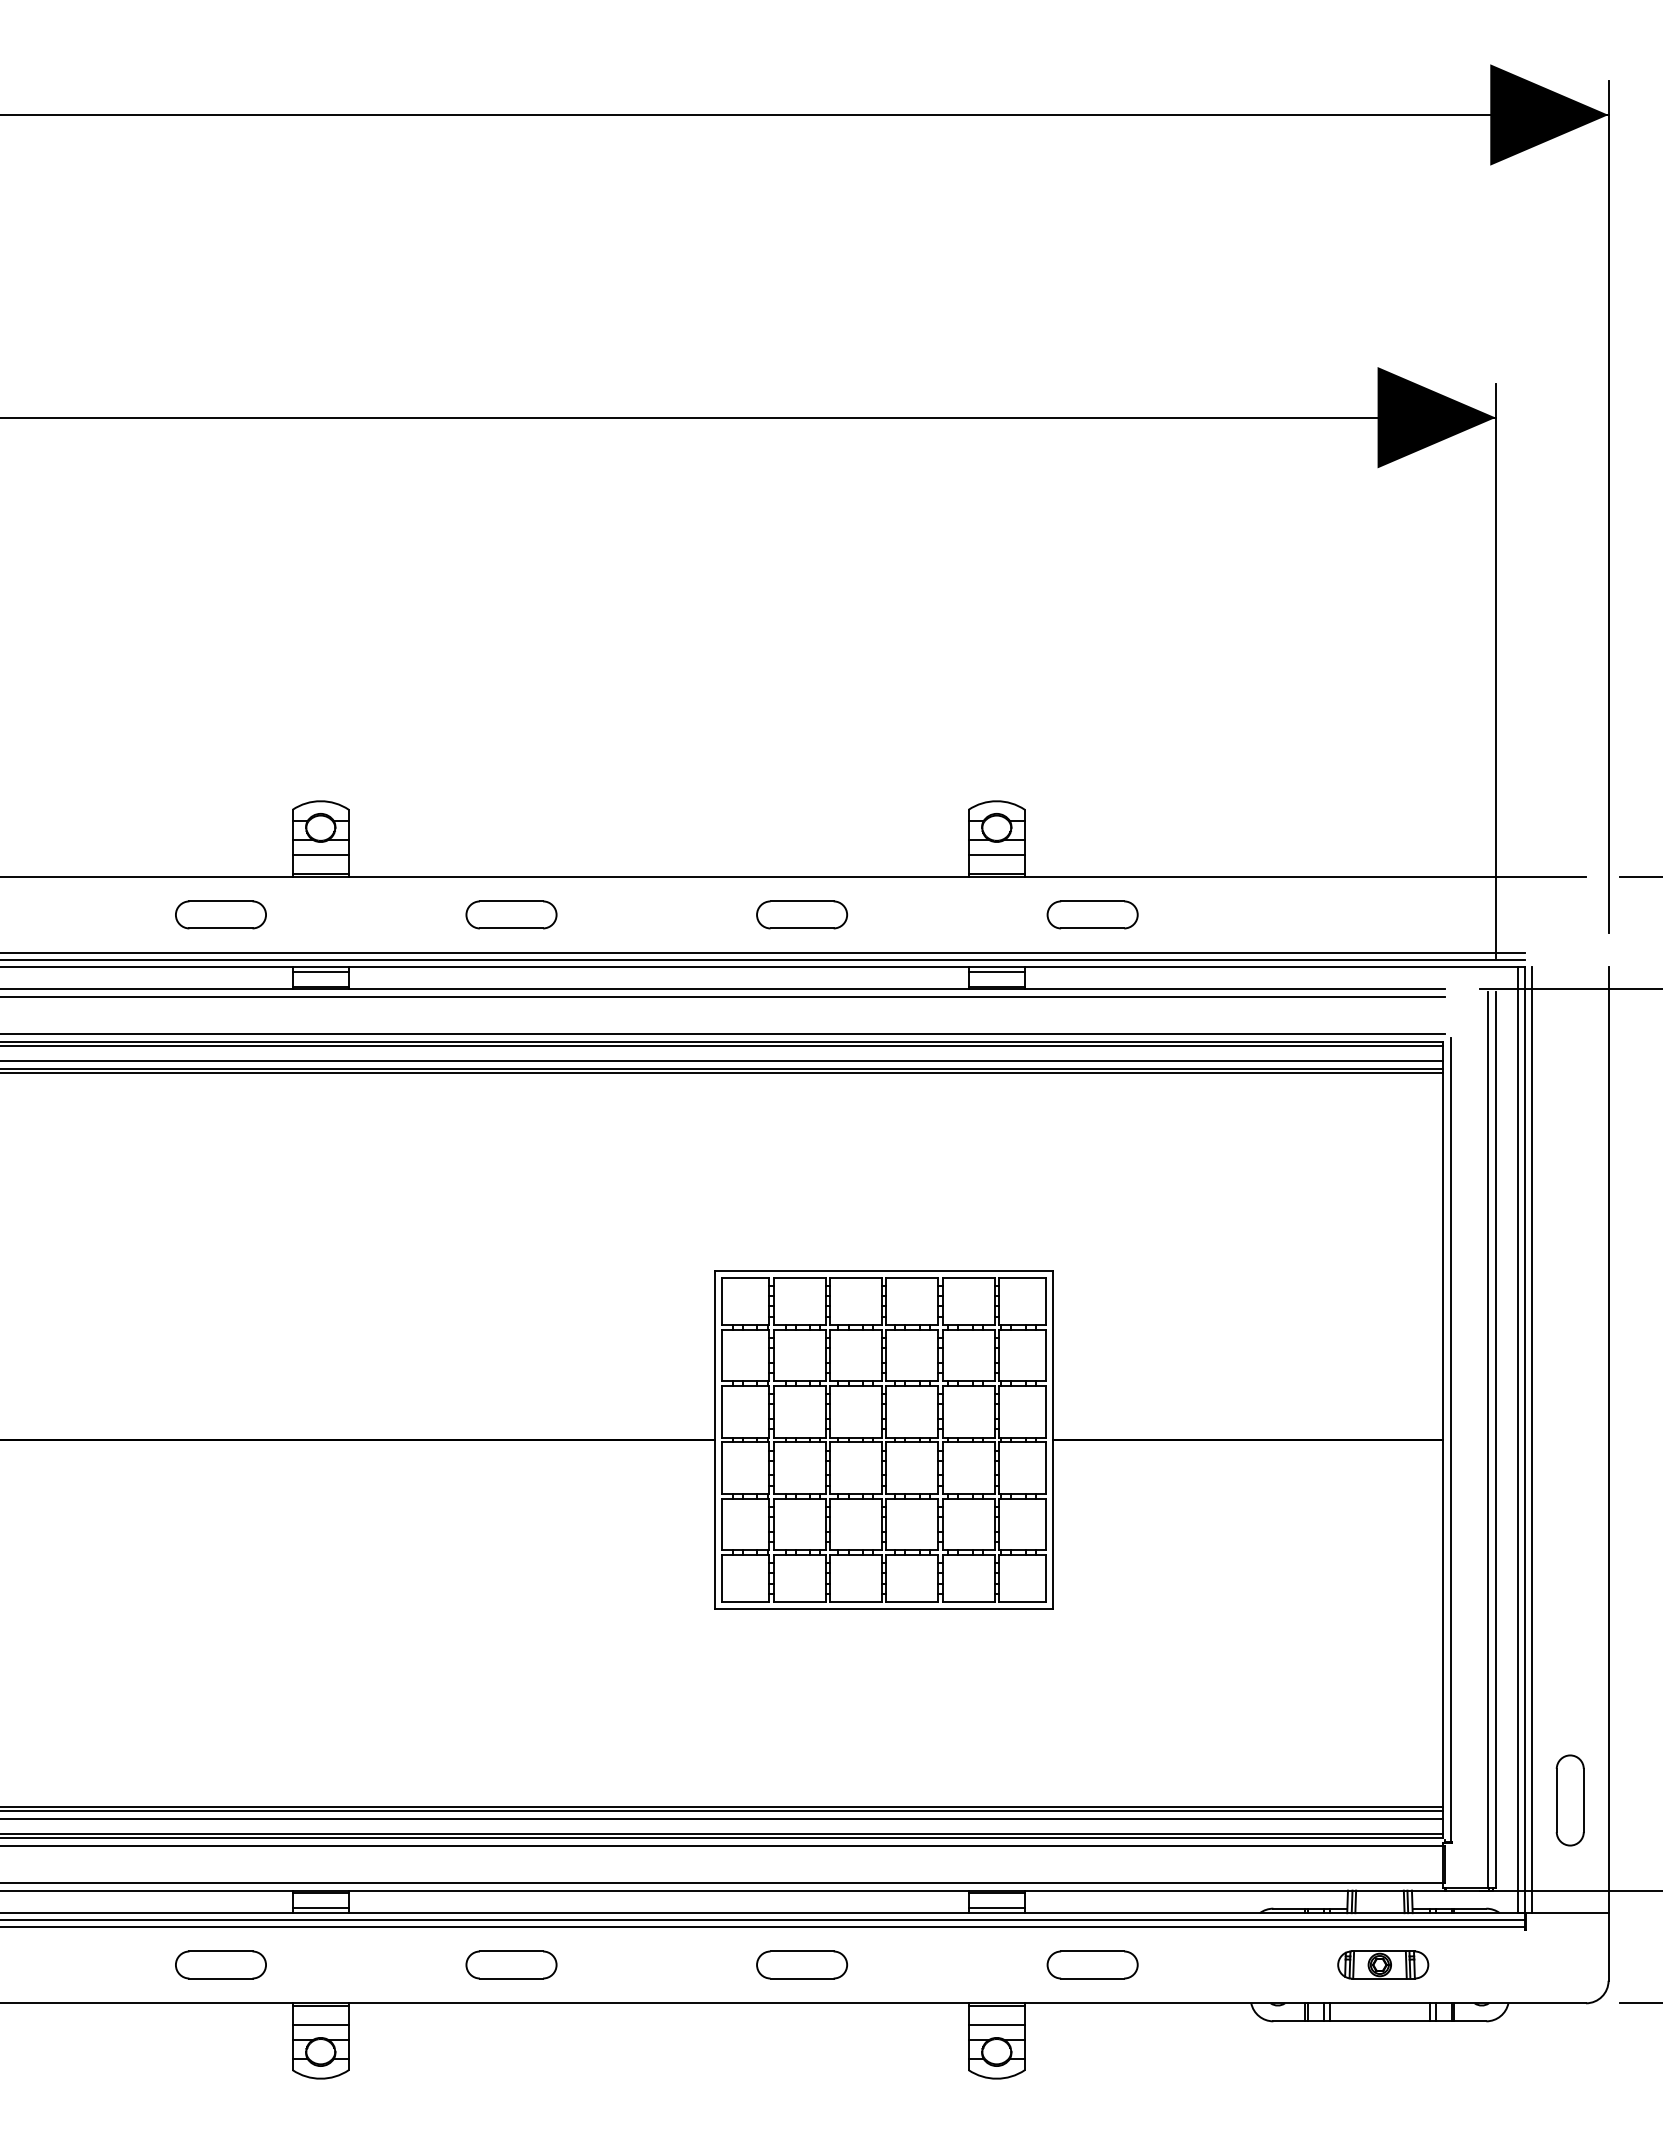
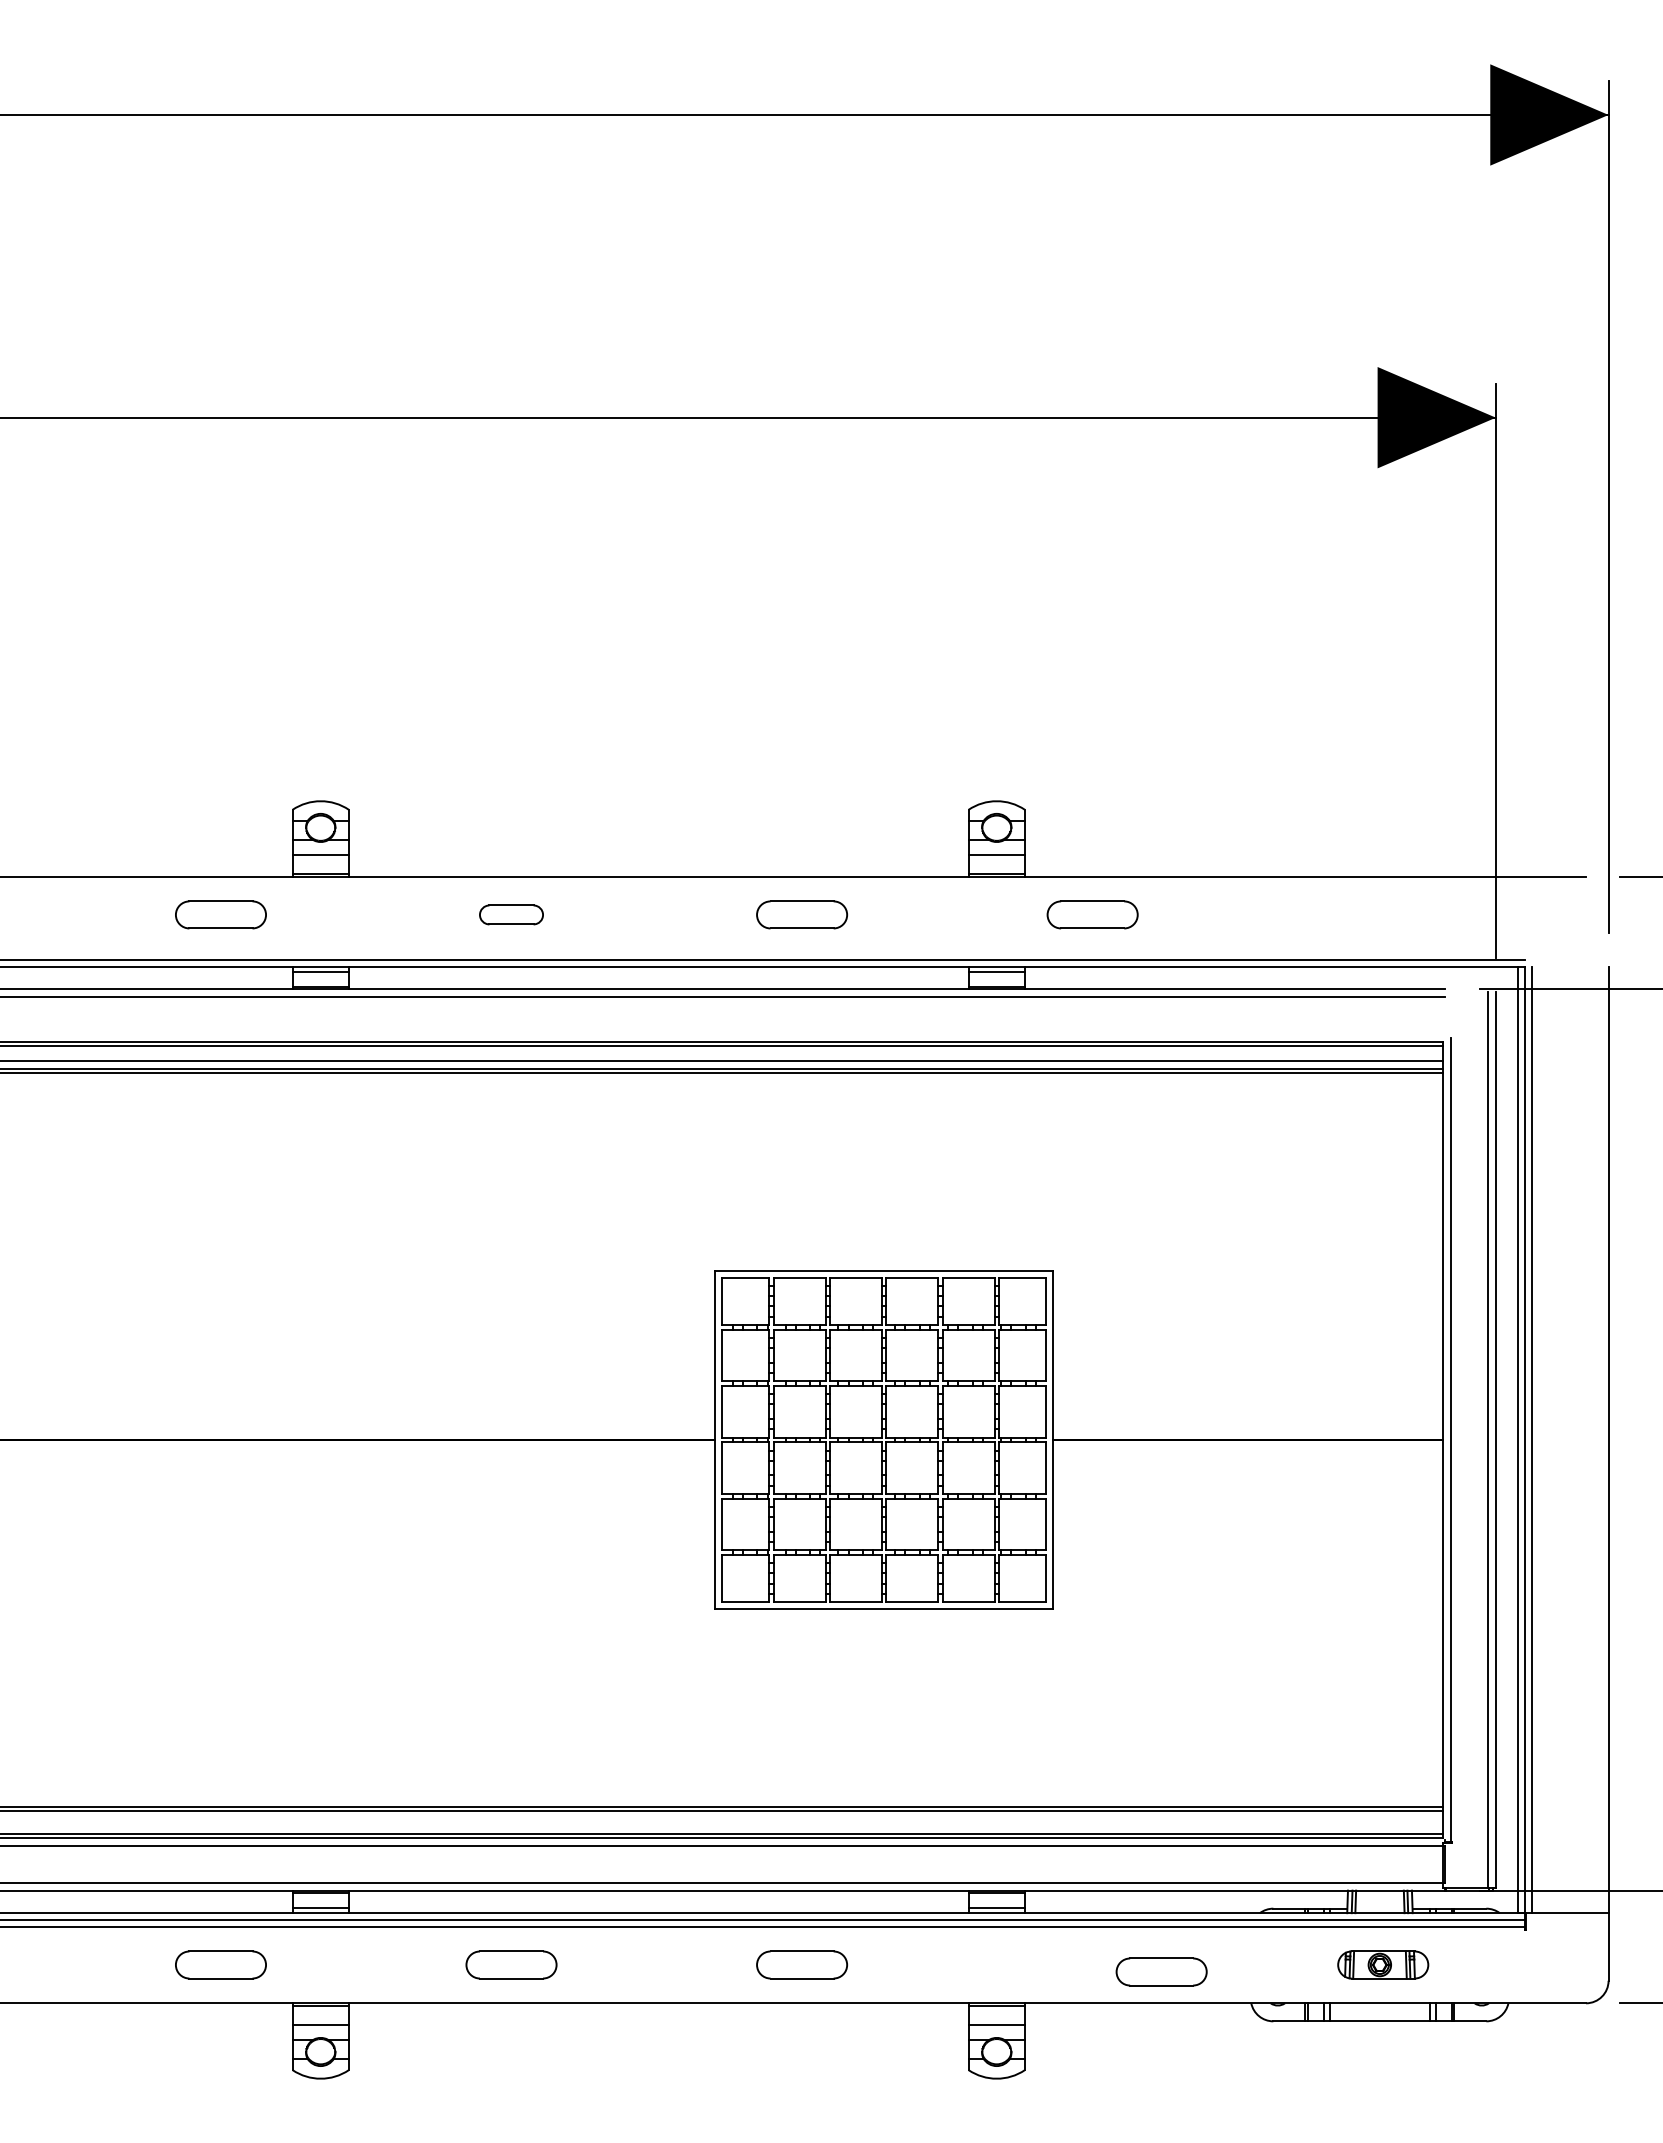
part at (511, 914) size: 93x30 px -> 65x22 px
line at (763, 953): present -> none
line at (723, 1034): present -> none
part at (1569, 1800): present -> none
line at (722, 1818): present -> none
part at (1092, 1964) position: (1092, 1964) -> (1161, 1971)
